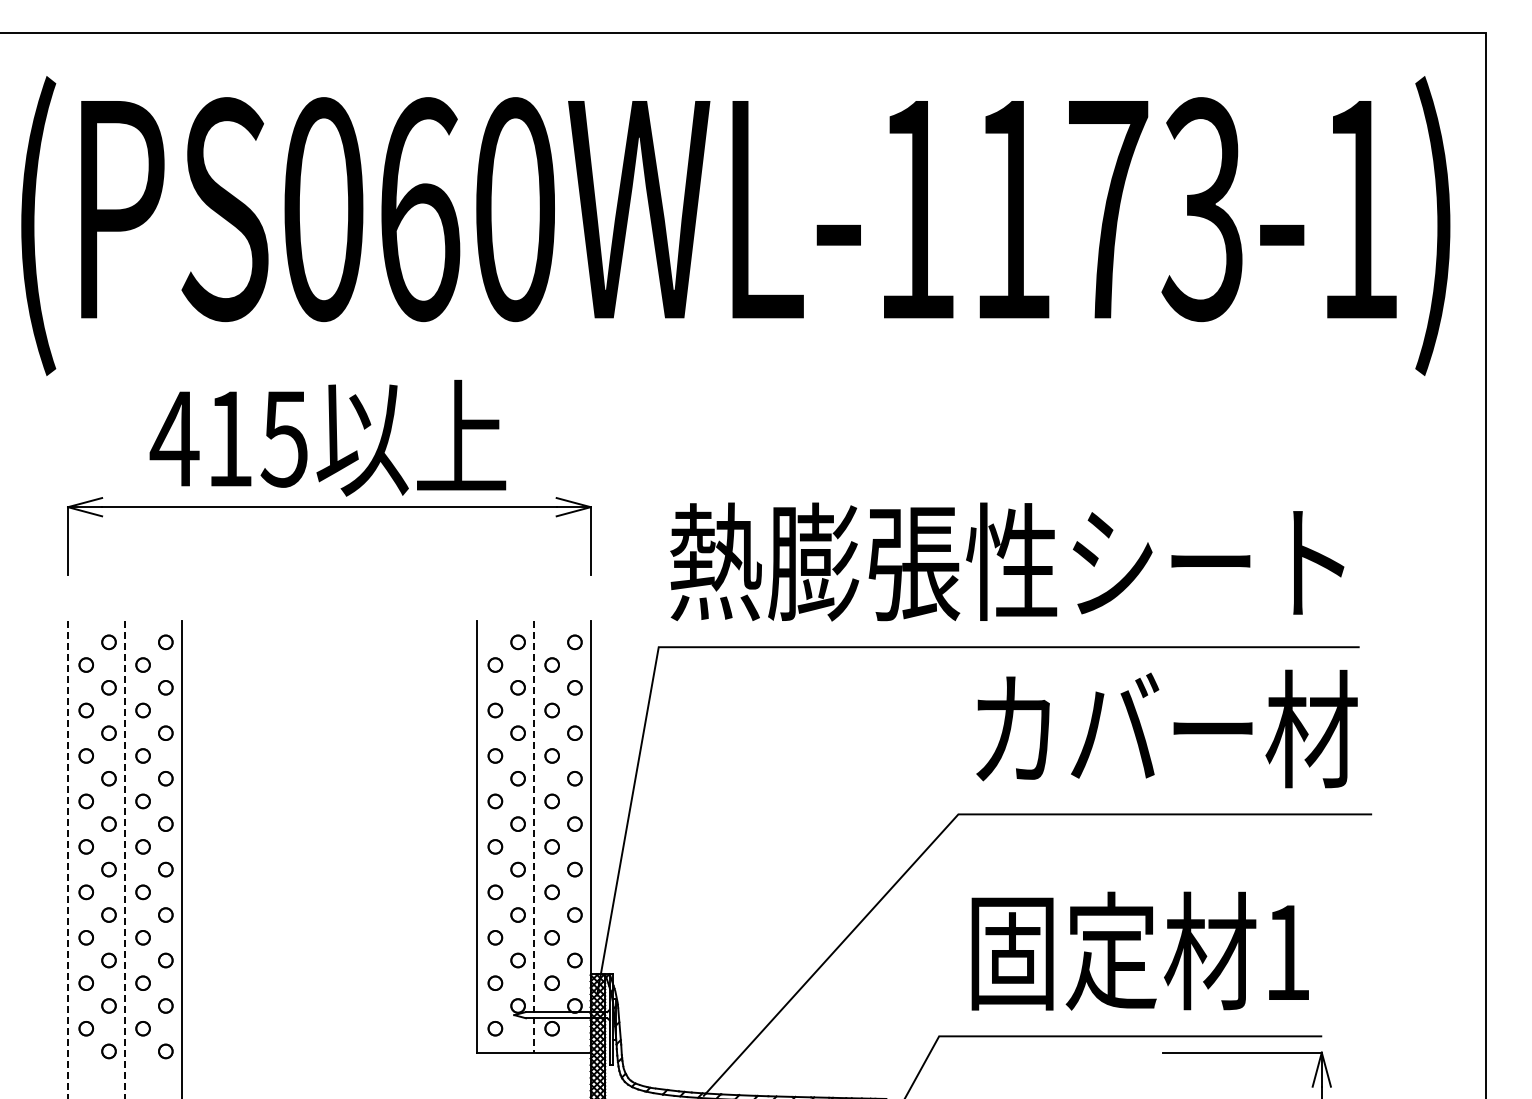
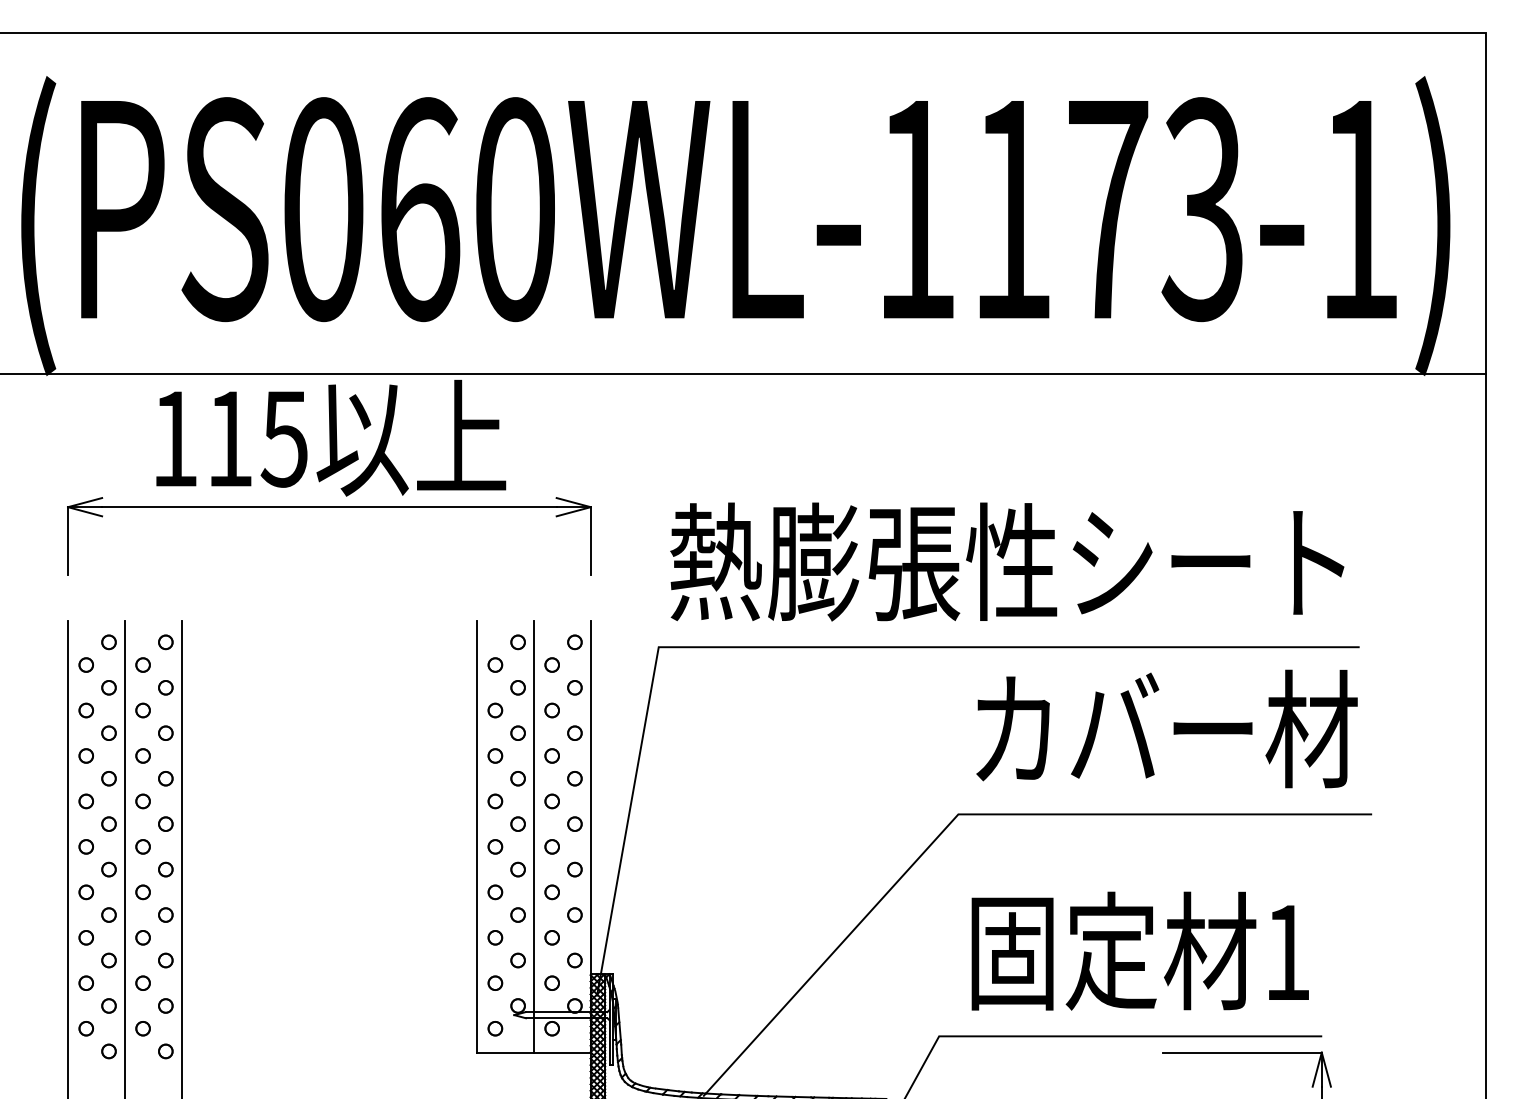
line at (744, 373): none -> present
text at (174, 438): 415 -> 115
line at (533, 836): dashed -> solid
line at (68, 859): dashed -> solid
line at (124, 859): dashed -> solid
